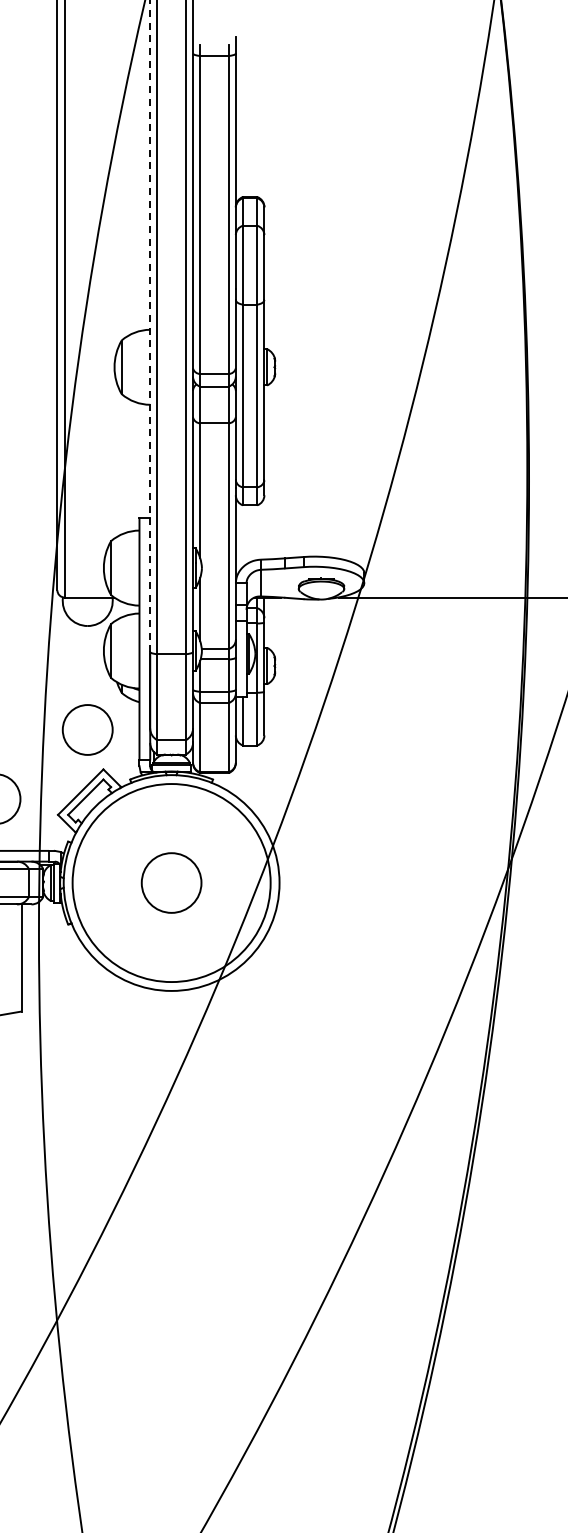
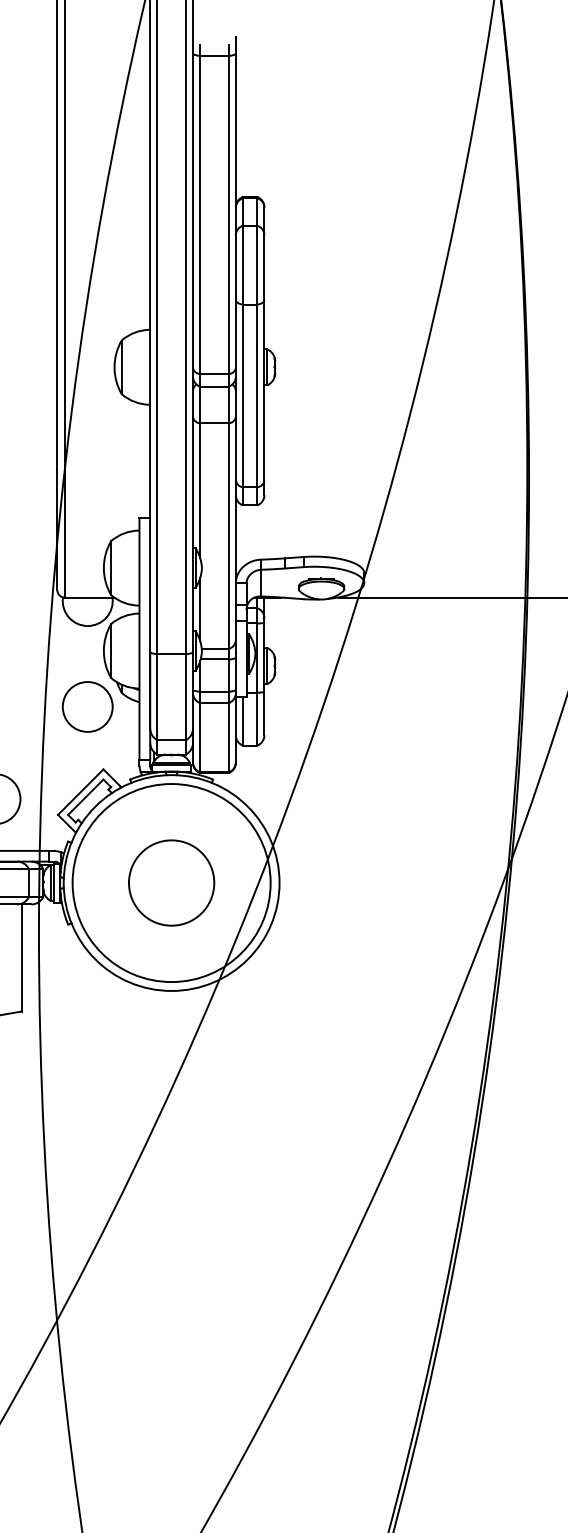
line at (150, 326): dashed -> solid
circle at (87, 729) position: (87, 729) -> (87, 706)
circle at (171, 882) diameter: 60 px -> 85 px
